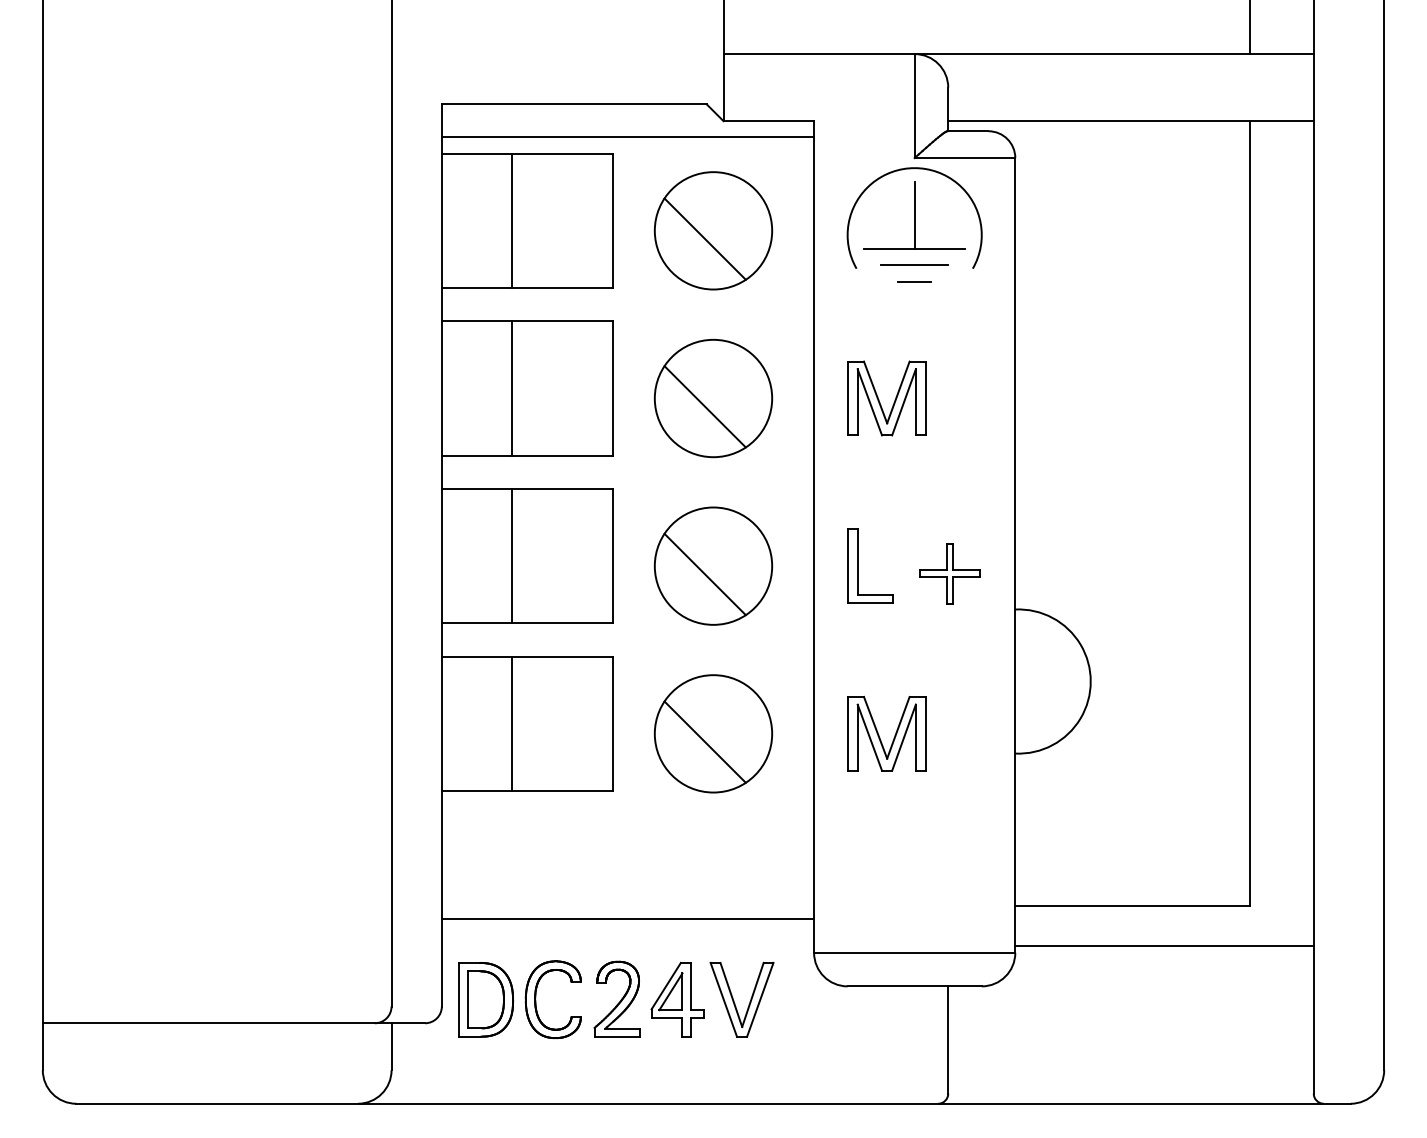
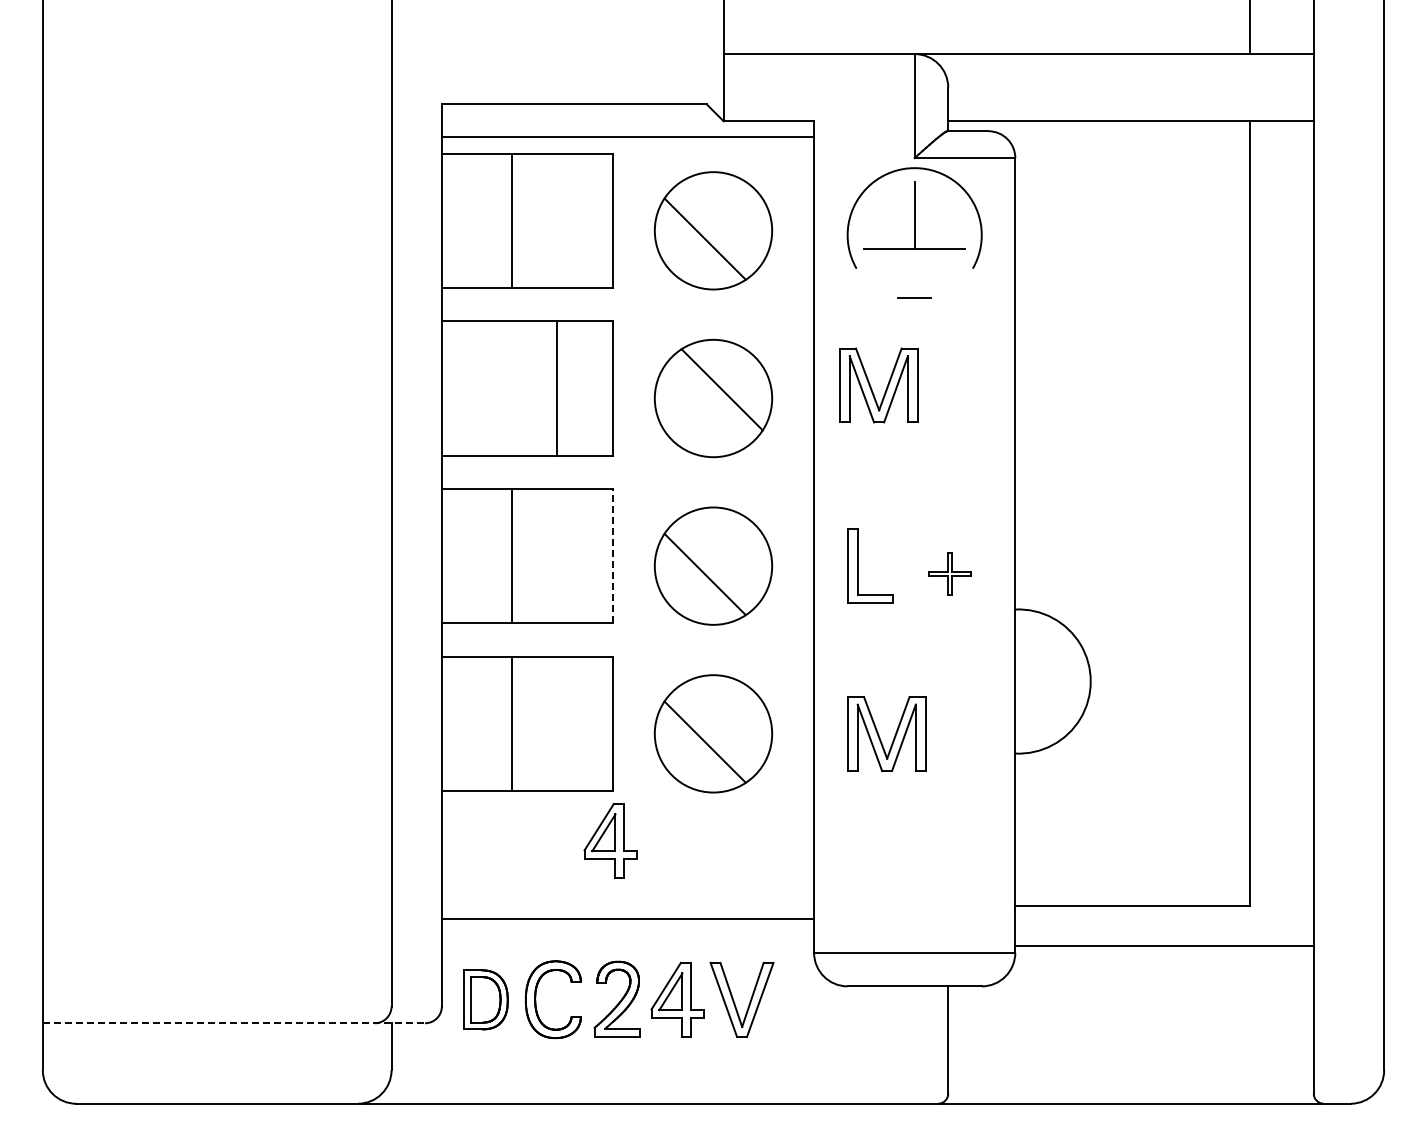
line at (914, 265): present -> none
line at (914, 281) position: (914, 281) -> (914, 297)
line at (512, 388) position: (512, 388) -> (557, 388)
part at (879, 399) position: (879, 399) -> (871, 386)
line at (704, 406) position: (704, 406) -> (721, 389)
line at (612, 555): solid -> dashed
part at (949, 573) size: 62x62 px -> 44x44 px
part at (610, 840): none -> present
part at (486, 999) size: 57x76 px -> 46x62 px
line at (234, 1023): solid -> dashed
